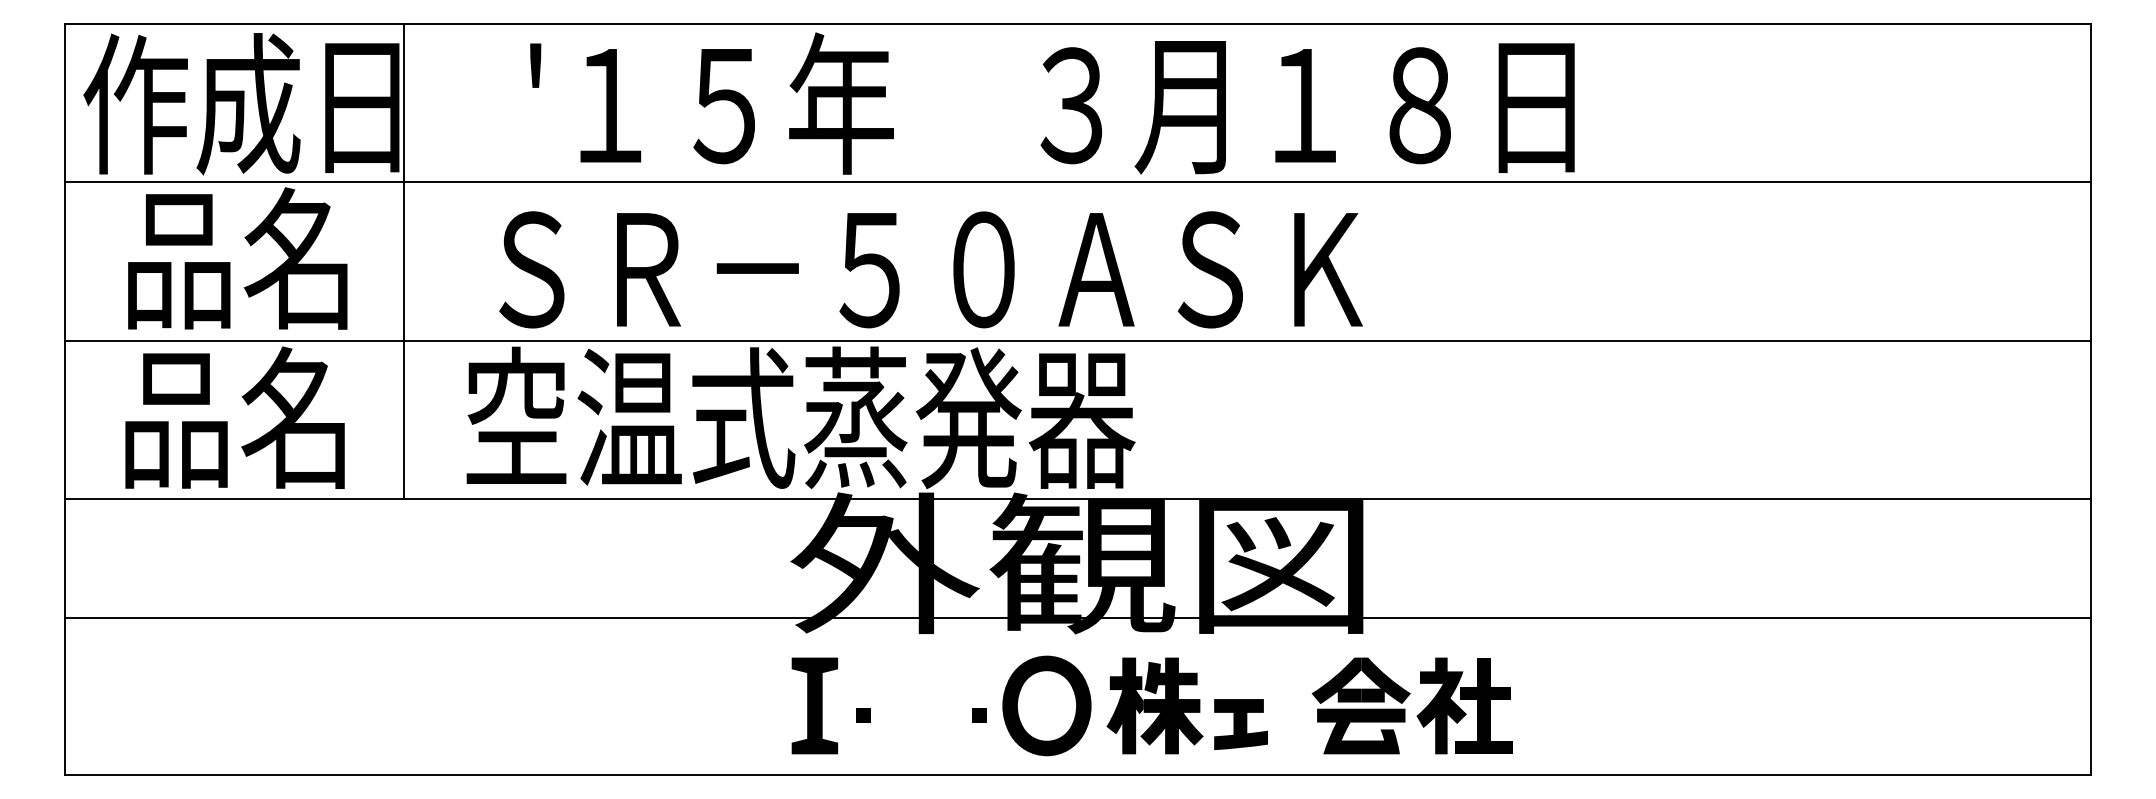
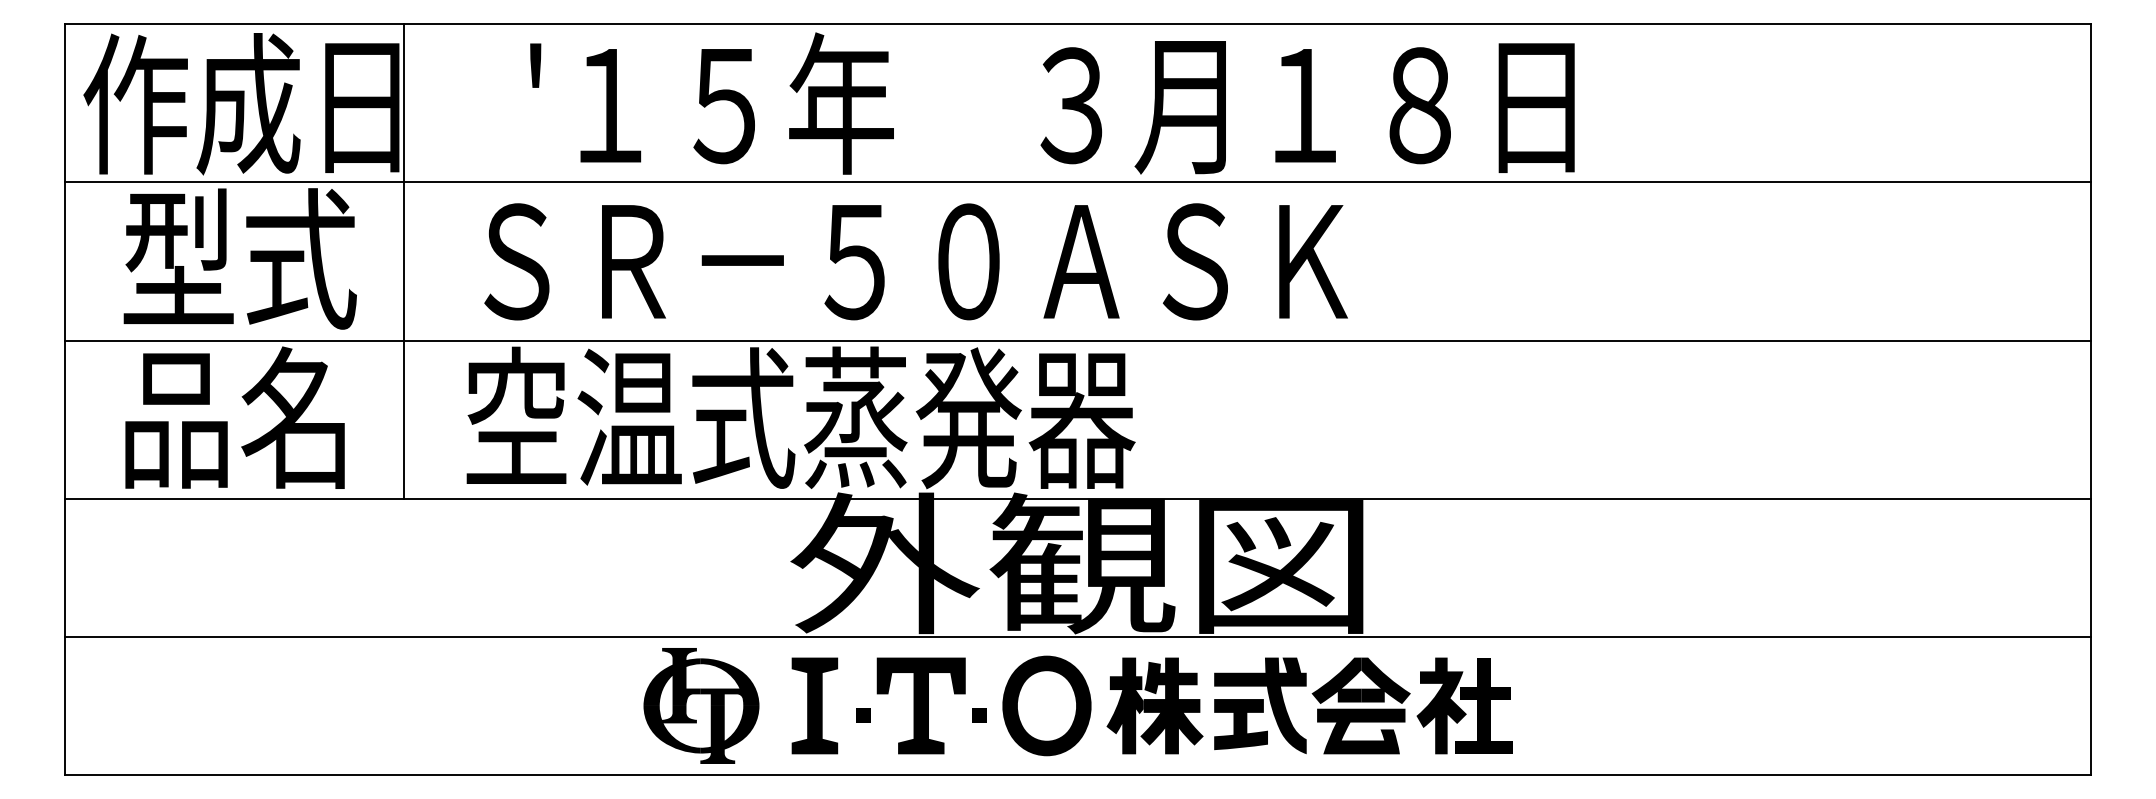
text at (239, 258): 品名 -> 型式
text at (930, 269) position: (930, 269) -> (915, 261)
line at (1077, 617) position: (1077, 617) -> (1077, 636)
part at (701, 705): none -> present
fill at (920, 705): none -> present
fill at (1260, 705): none -> present
